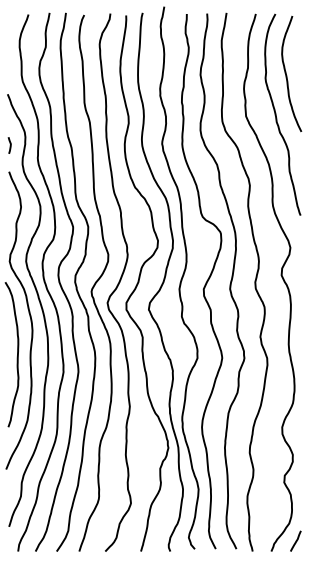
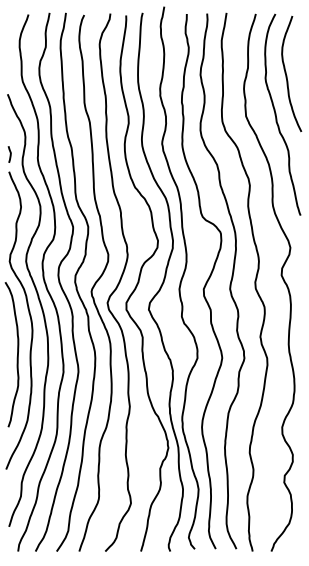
curve at (9, 145) position: (9, 145) -> (9, 154)
line at (295, 540): present -> none
